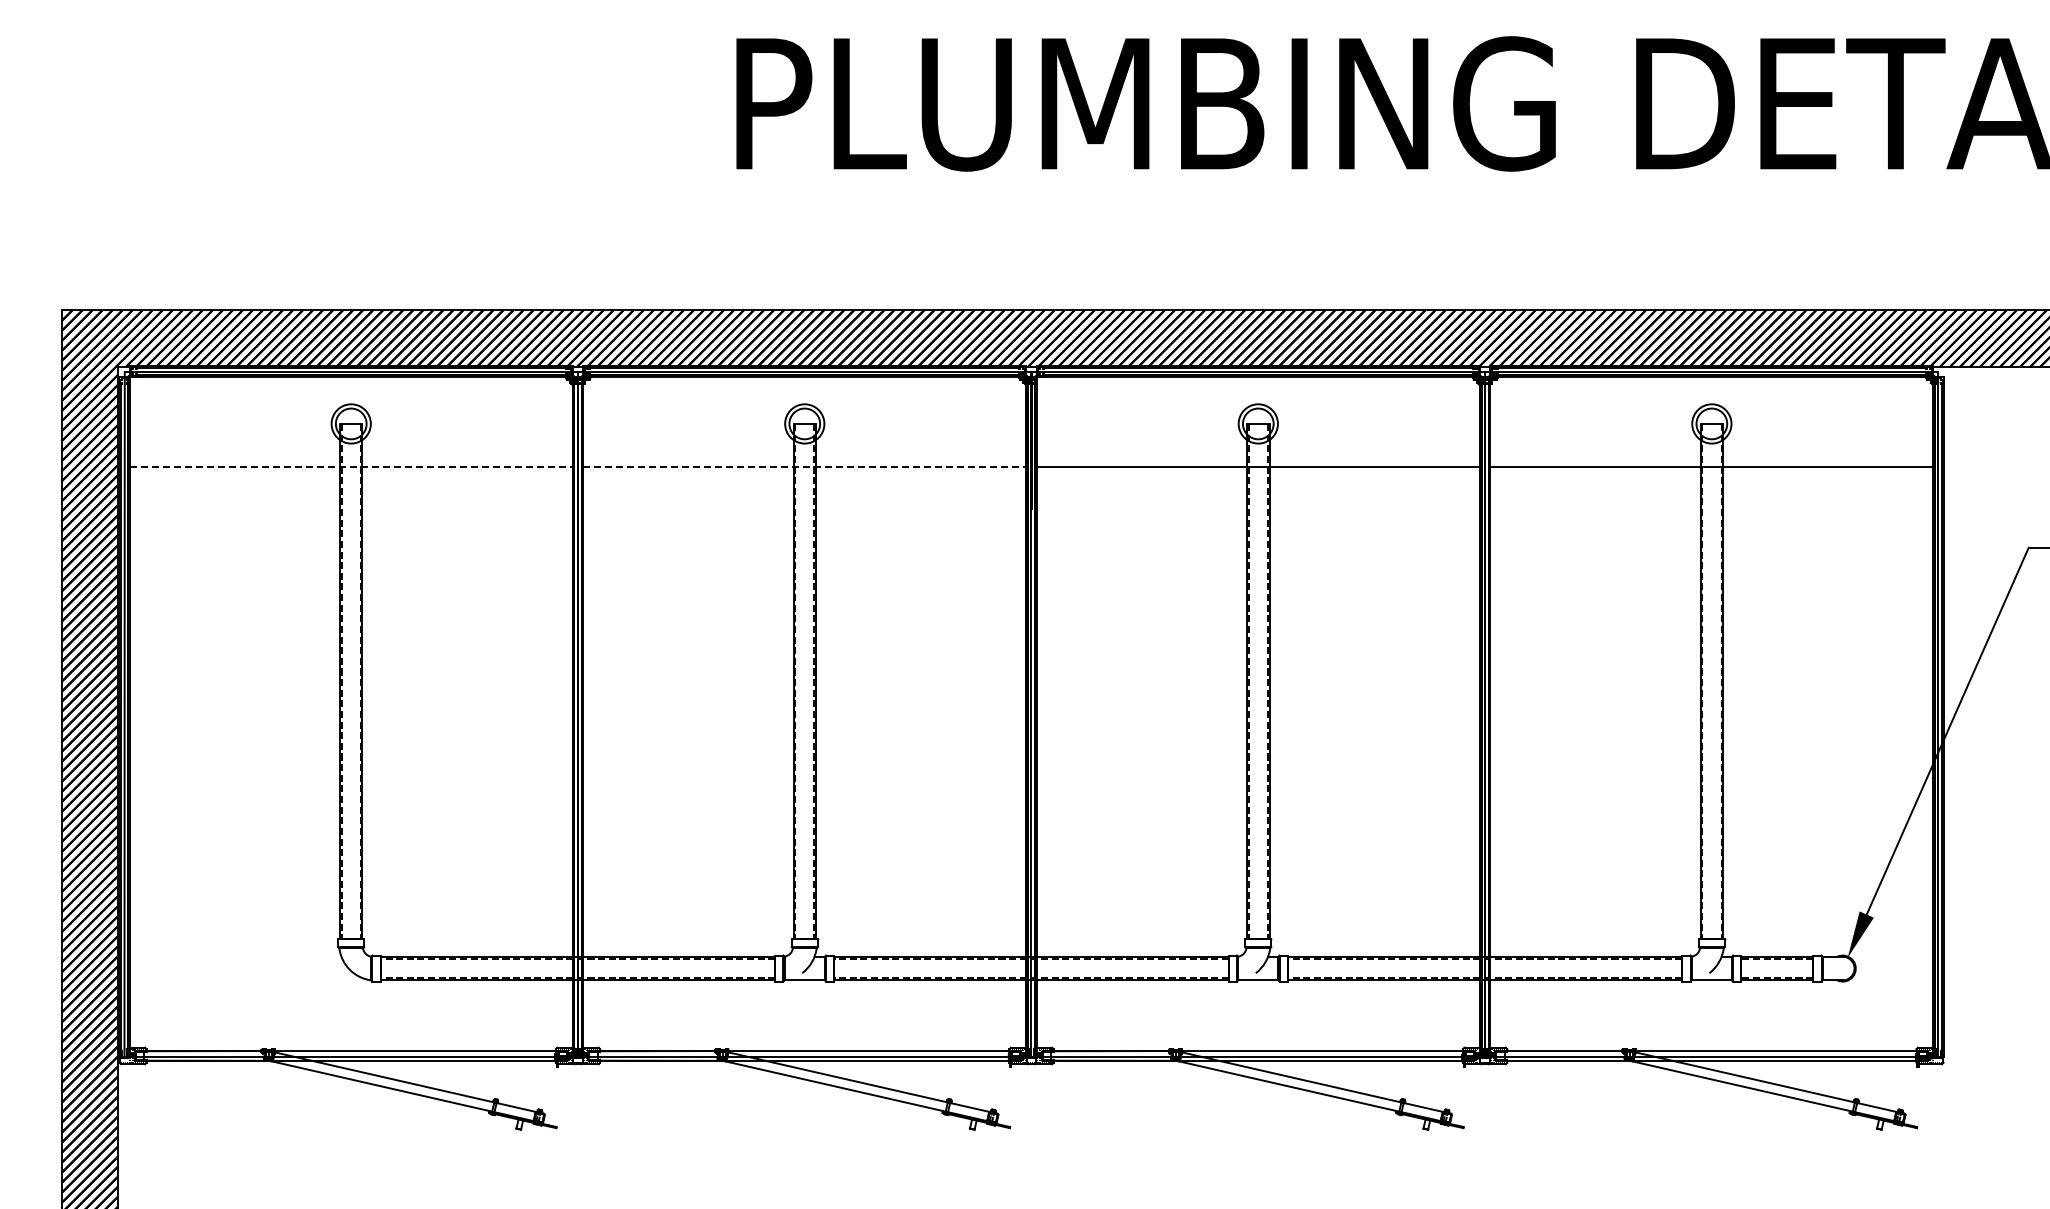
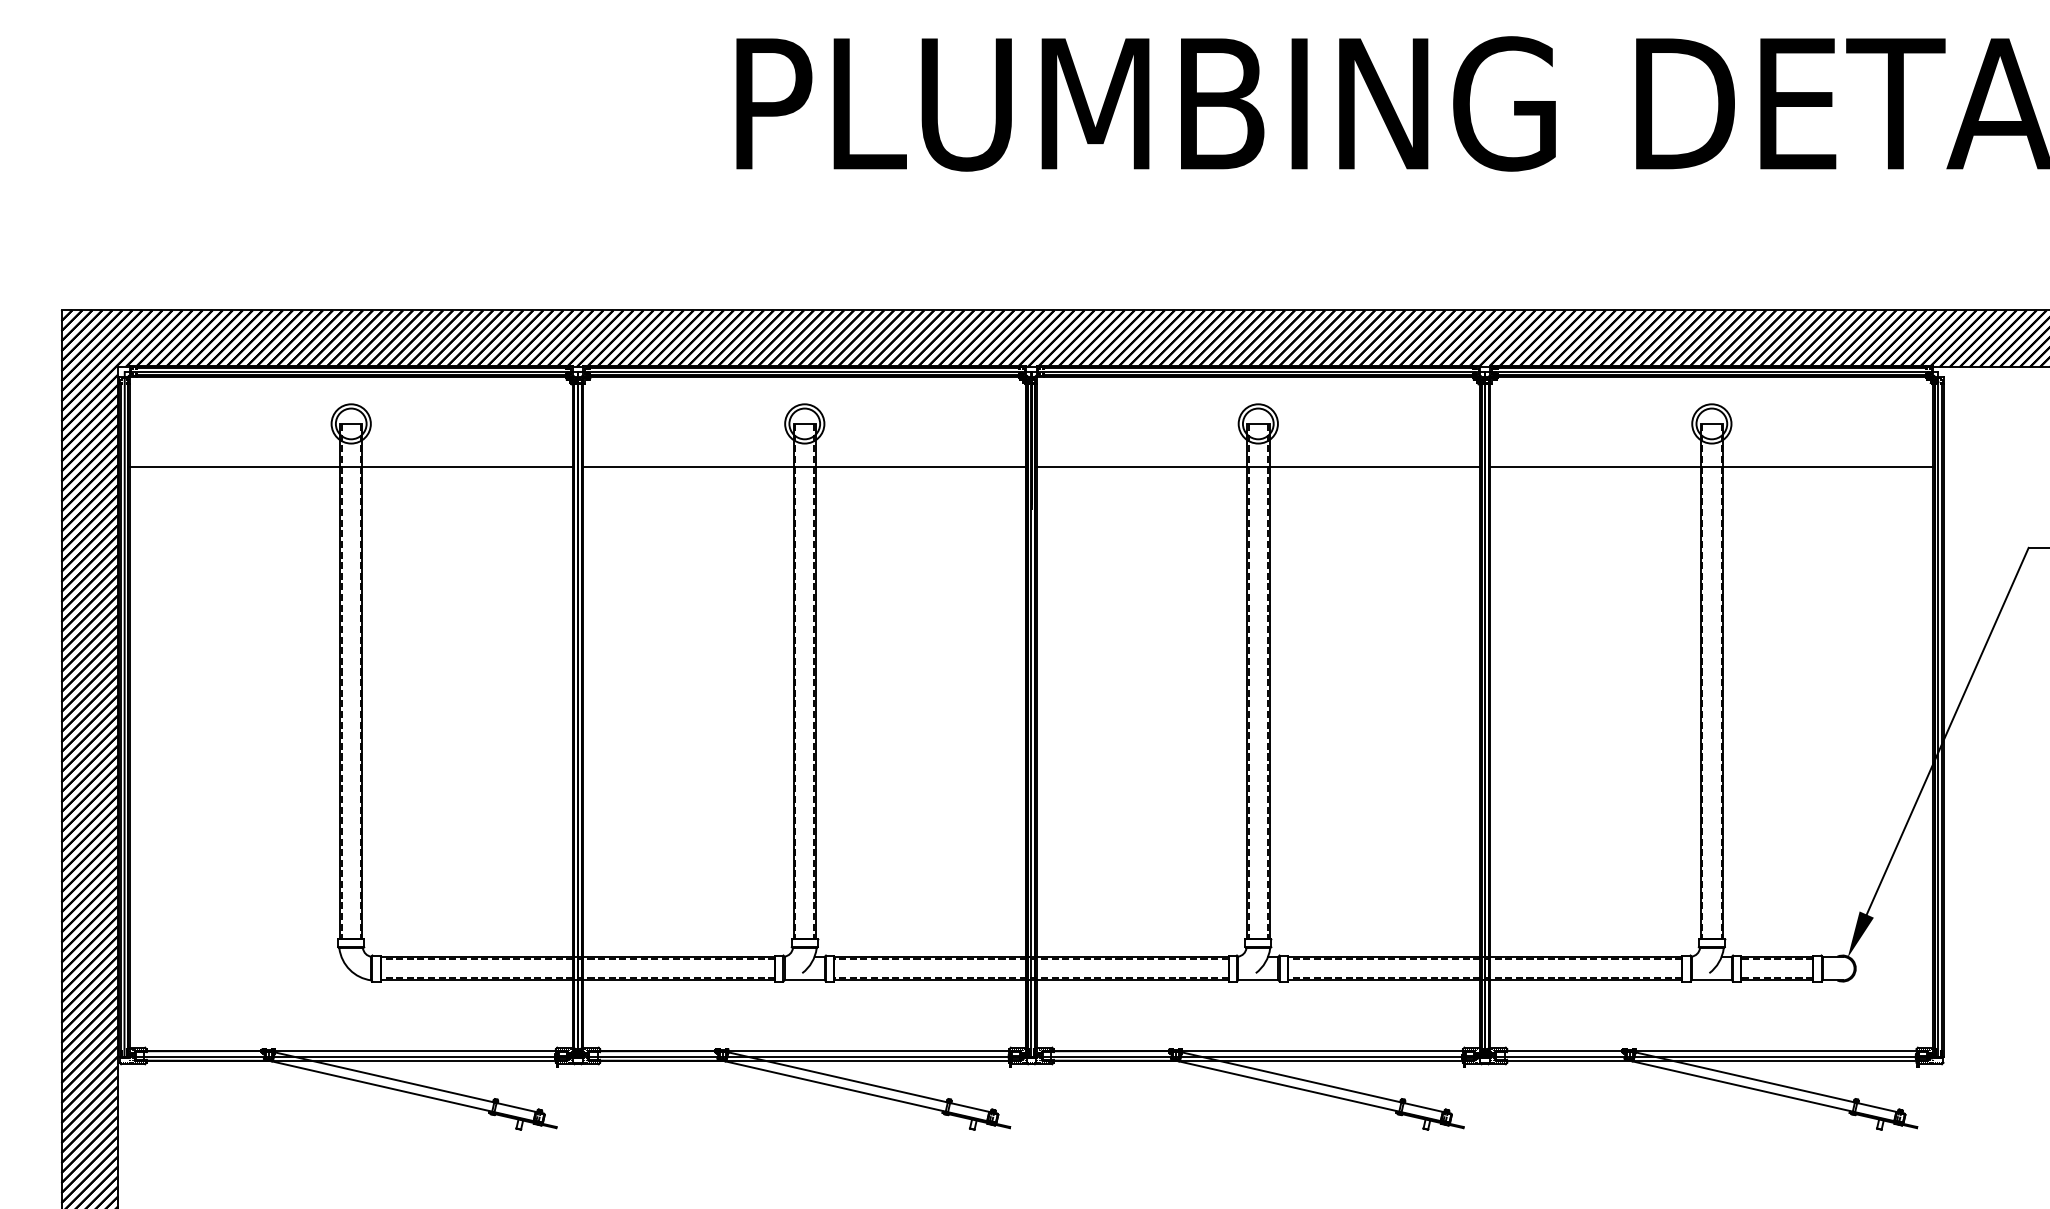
line at (351, 466): dashed -> solid
line at (805, 466): dashed -> solid
